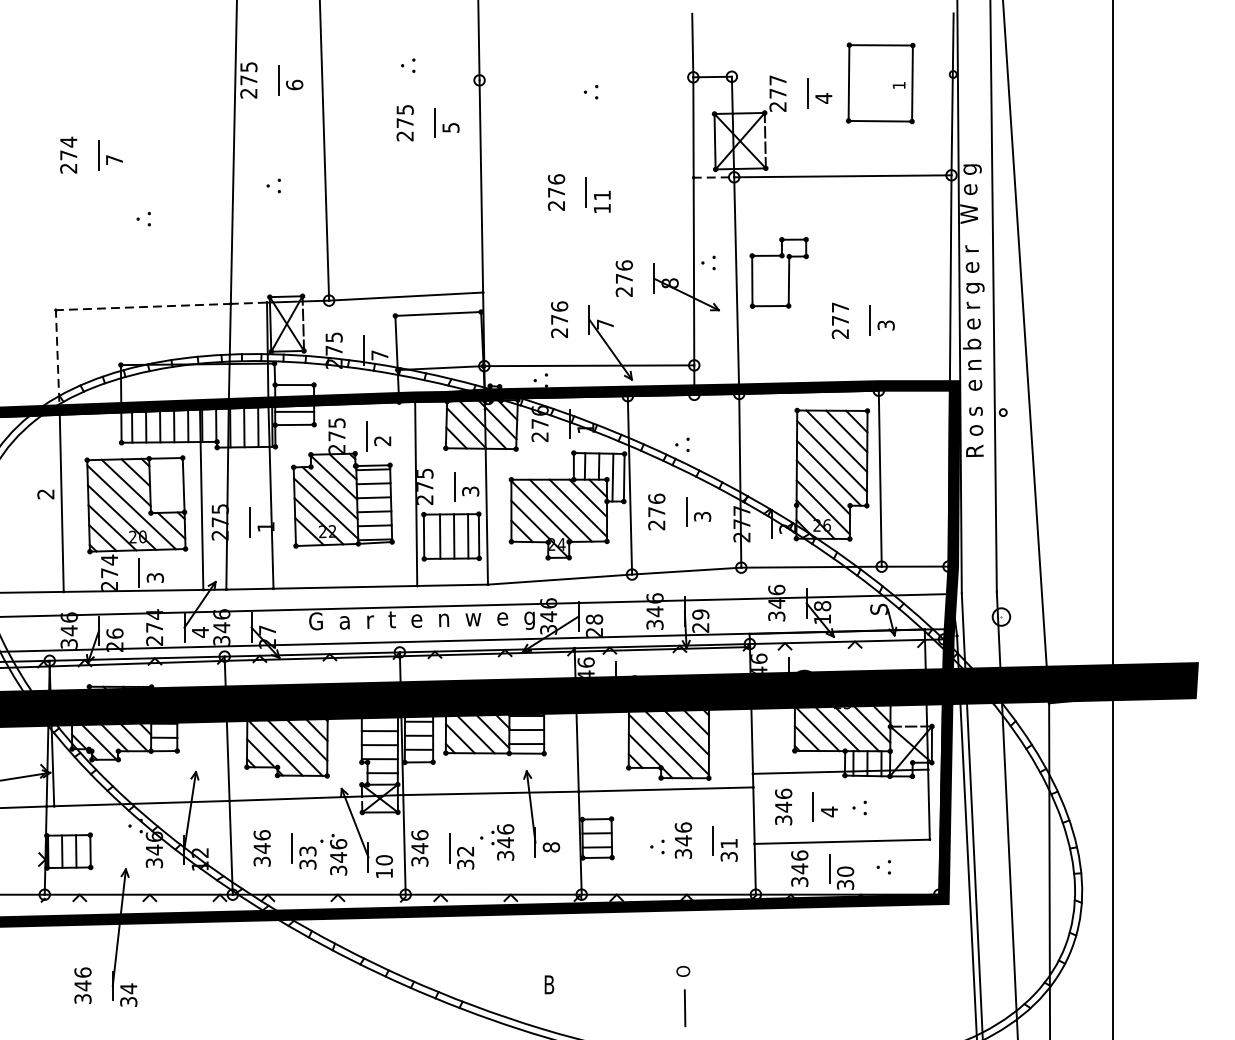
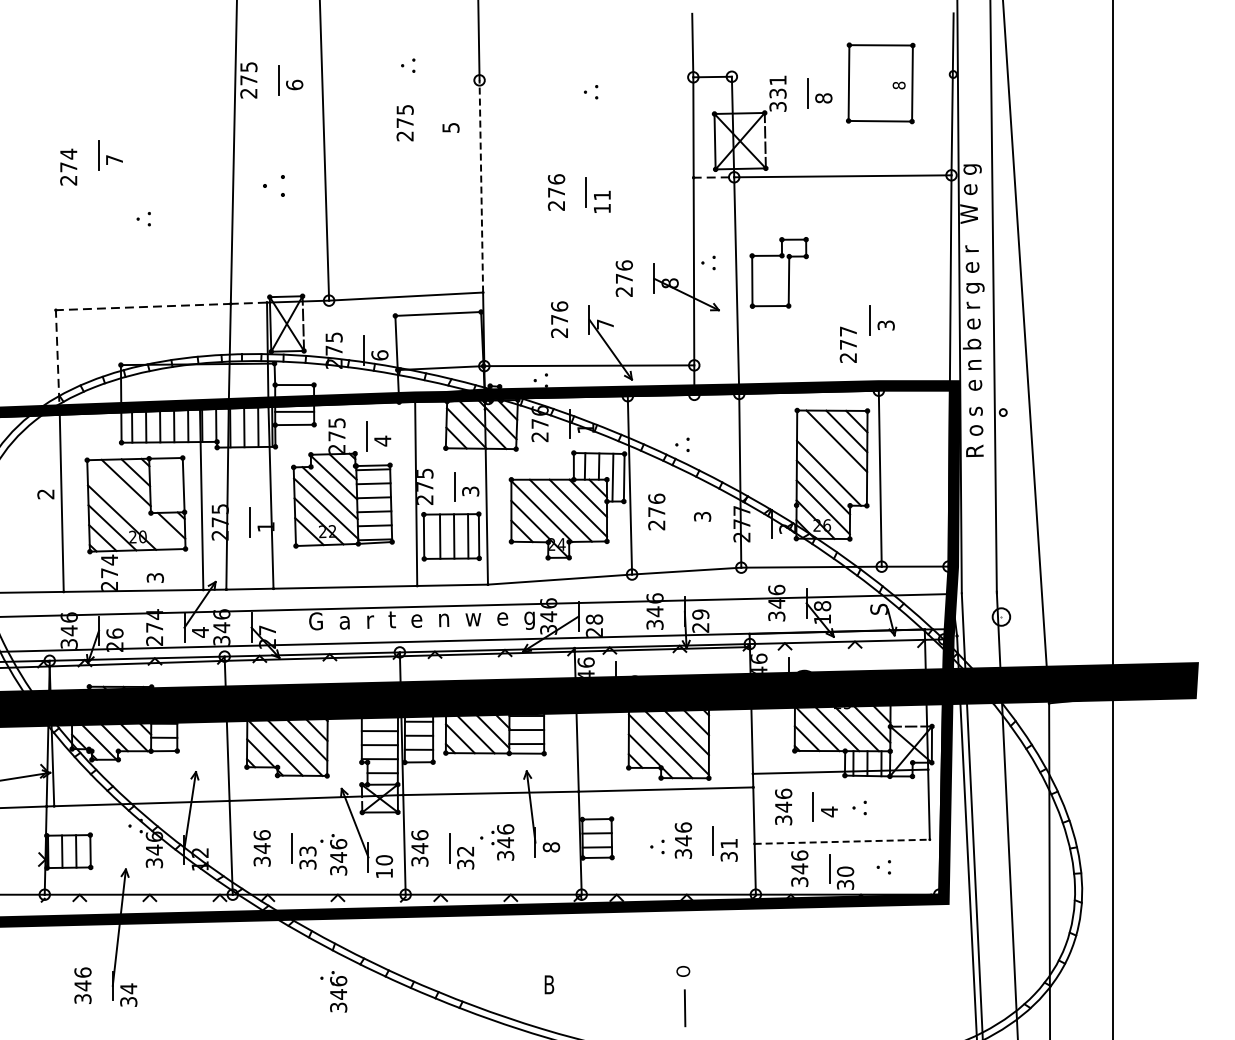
text at (898, 85): 1 -> 8
text at (777, 93): 277 -> 331
text at (823, 98): 4 -> 8
line at (435, 122): present -> none
text at (68, 154) position: (68, 154) -> (68, 166)
part at (273, 185) size: 15x16 px -> 22x22 px
line at (481, 185): solid -> dashed
text at (839, 320) position: (839, 320) -> (847, 344)
text at (379, 355): 7 -> 6
text at (382, 440): 2 -> 4
line at (832, 456): present -> none
line at (131, 507): present -> none
line at (686, 511): present -> none
line at (139, 573): present -> none
line at (842, 841): solid -> dashed
part at (333, 991): none -> present
